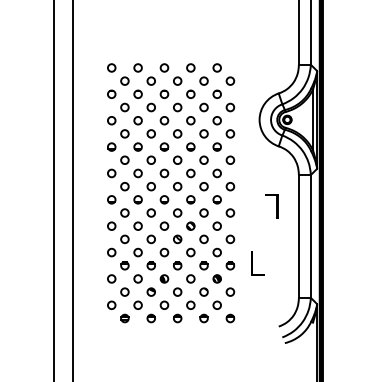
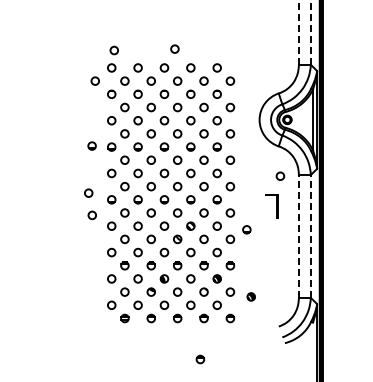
line at (298, 32): solid -> dashed
line at (310, 32): solid -> dashed
circle at (174, 48): none -> present
circle at (113, 50): none -> present
circle at (94, 80): none -> present
part at (91, 145): none -> present
circle at (280, 175): none -> present
line at (54, 190): present -> none
line at (72, 190): present -> none
circle at (88, 192): none -> present
circle at (91, 215): none -> present
part at (246, 229): none -> present
line at (298, 235): solid -> dashed
line at (310, 235): solid -> dashed
part at (257, 263): present -> none
part at (250, 296): none -> present
part at (200, 359): none -> present
